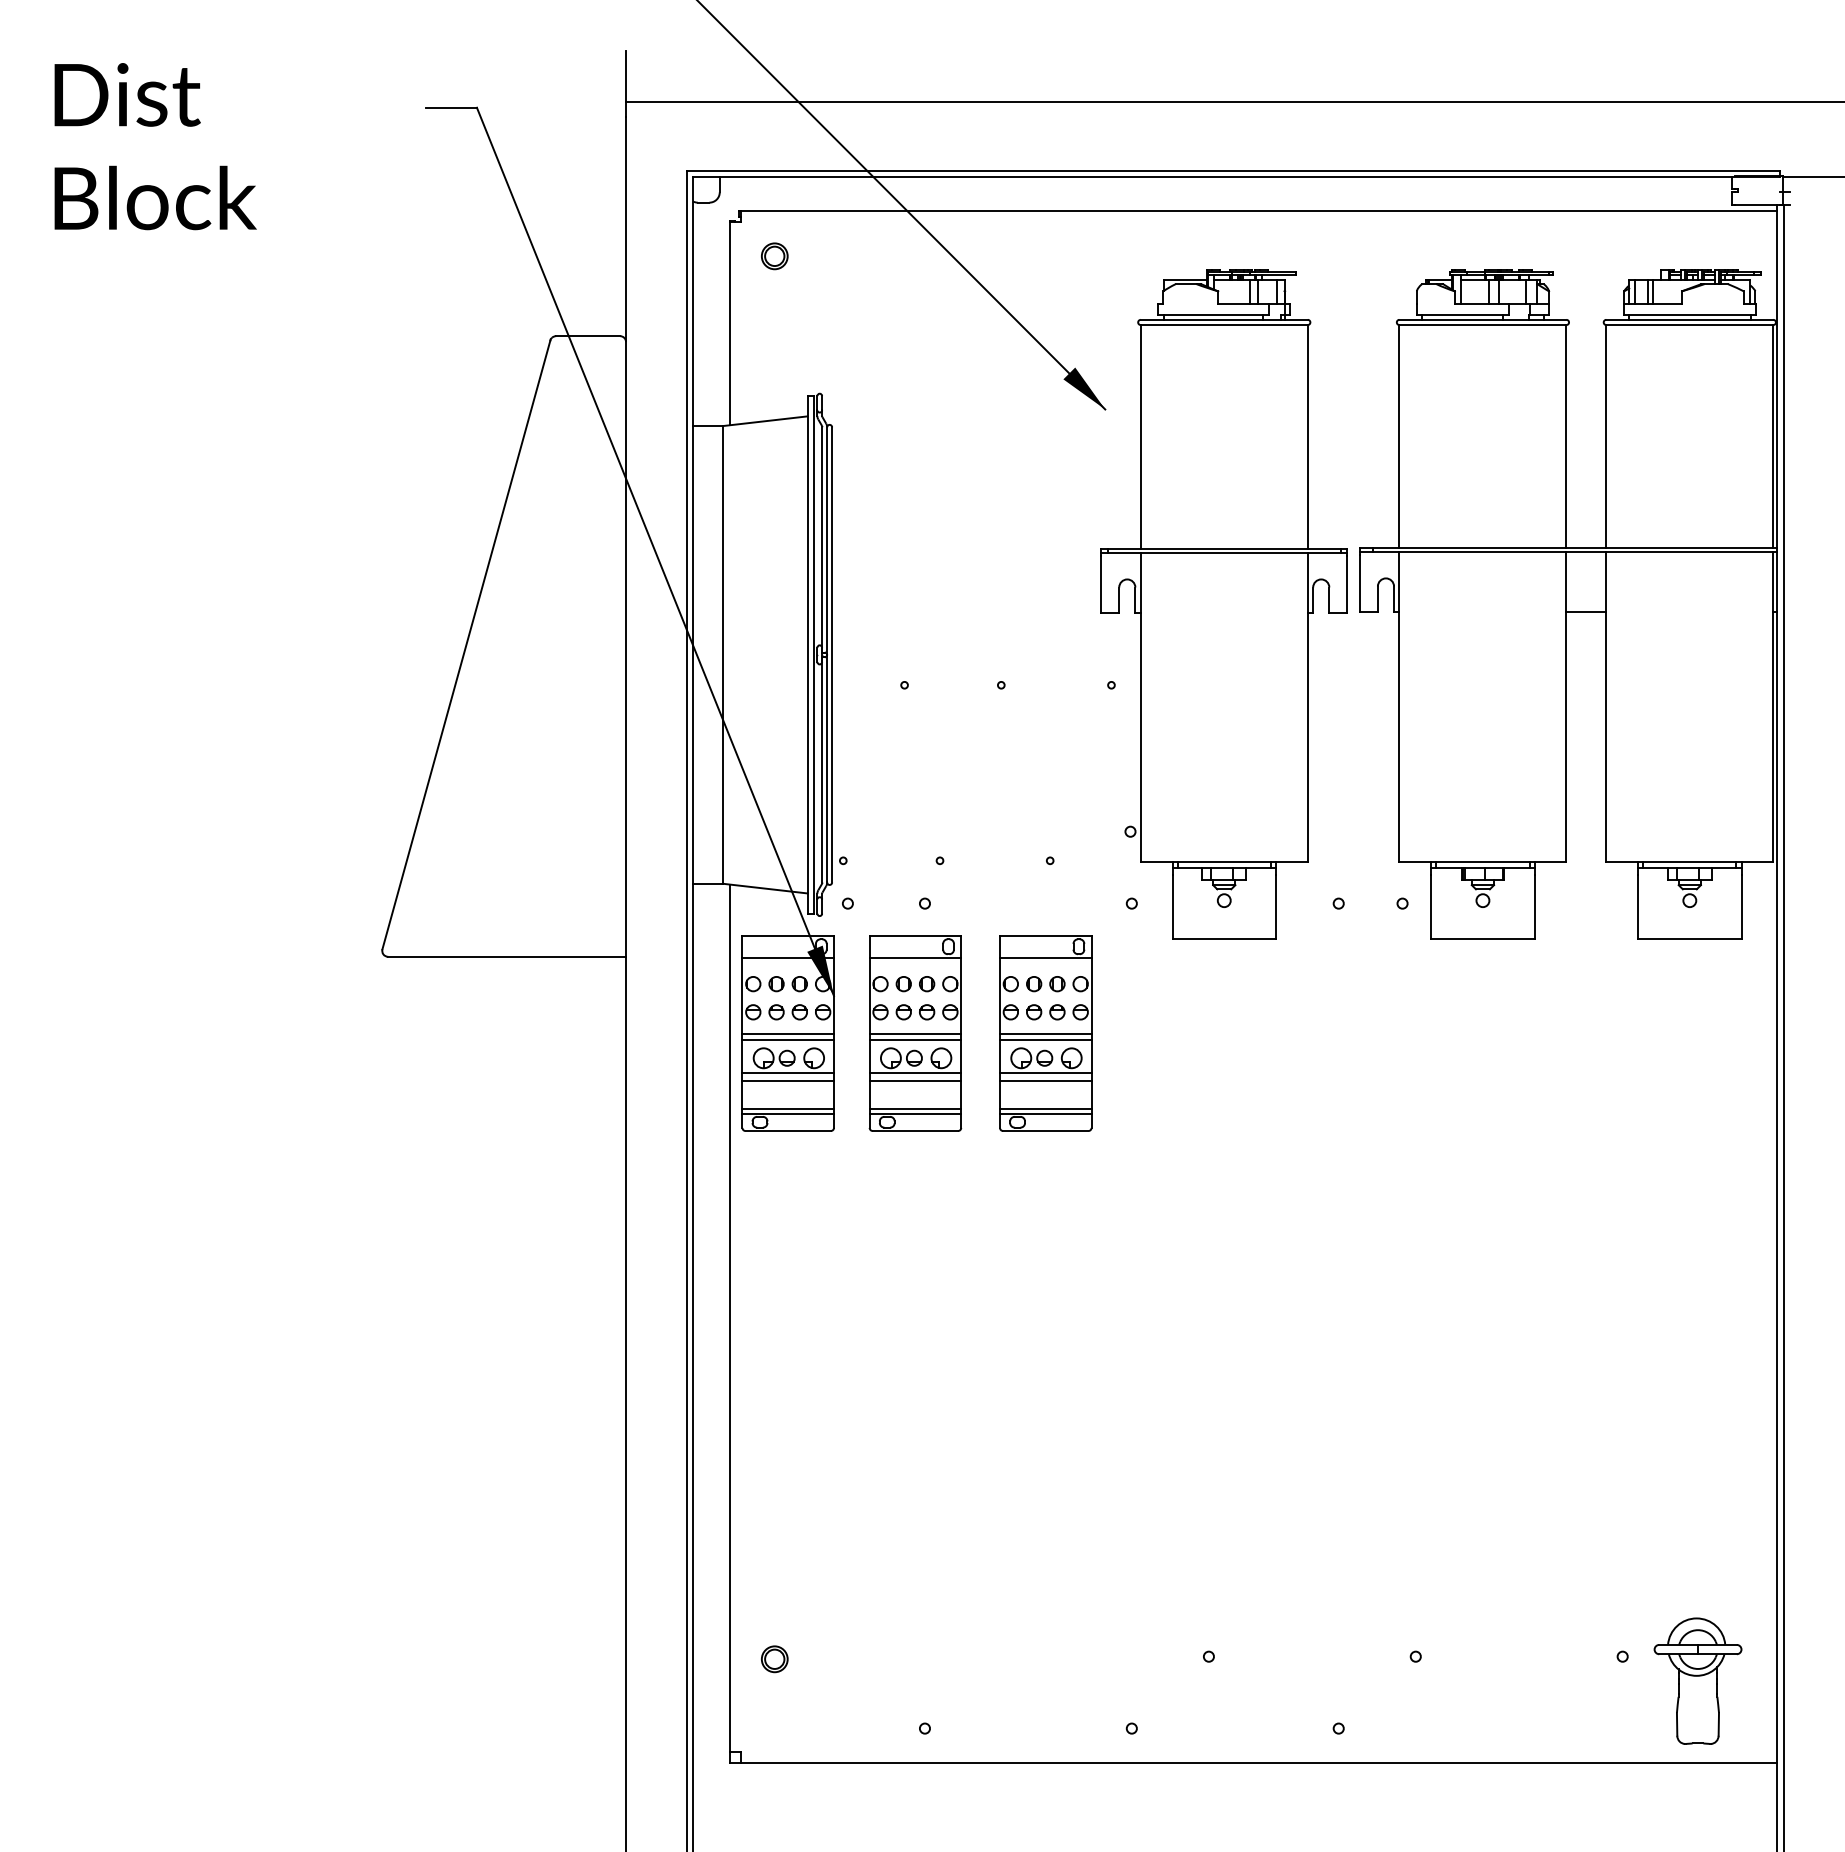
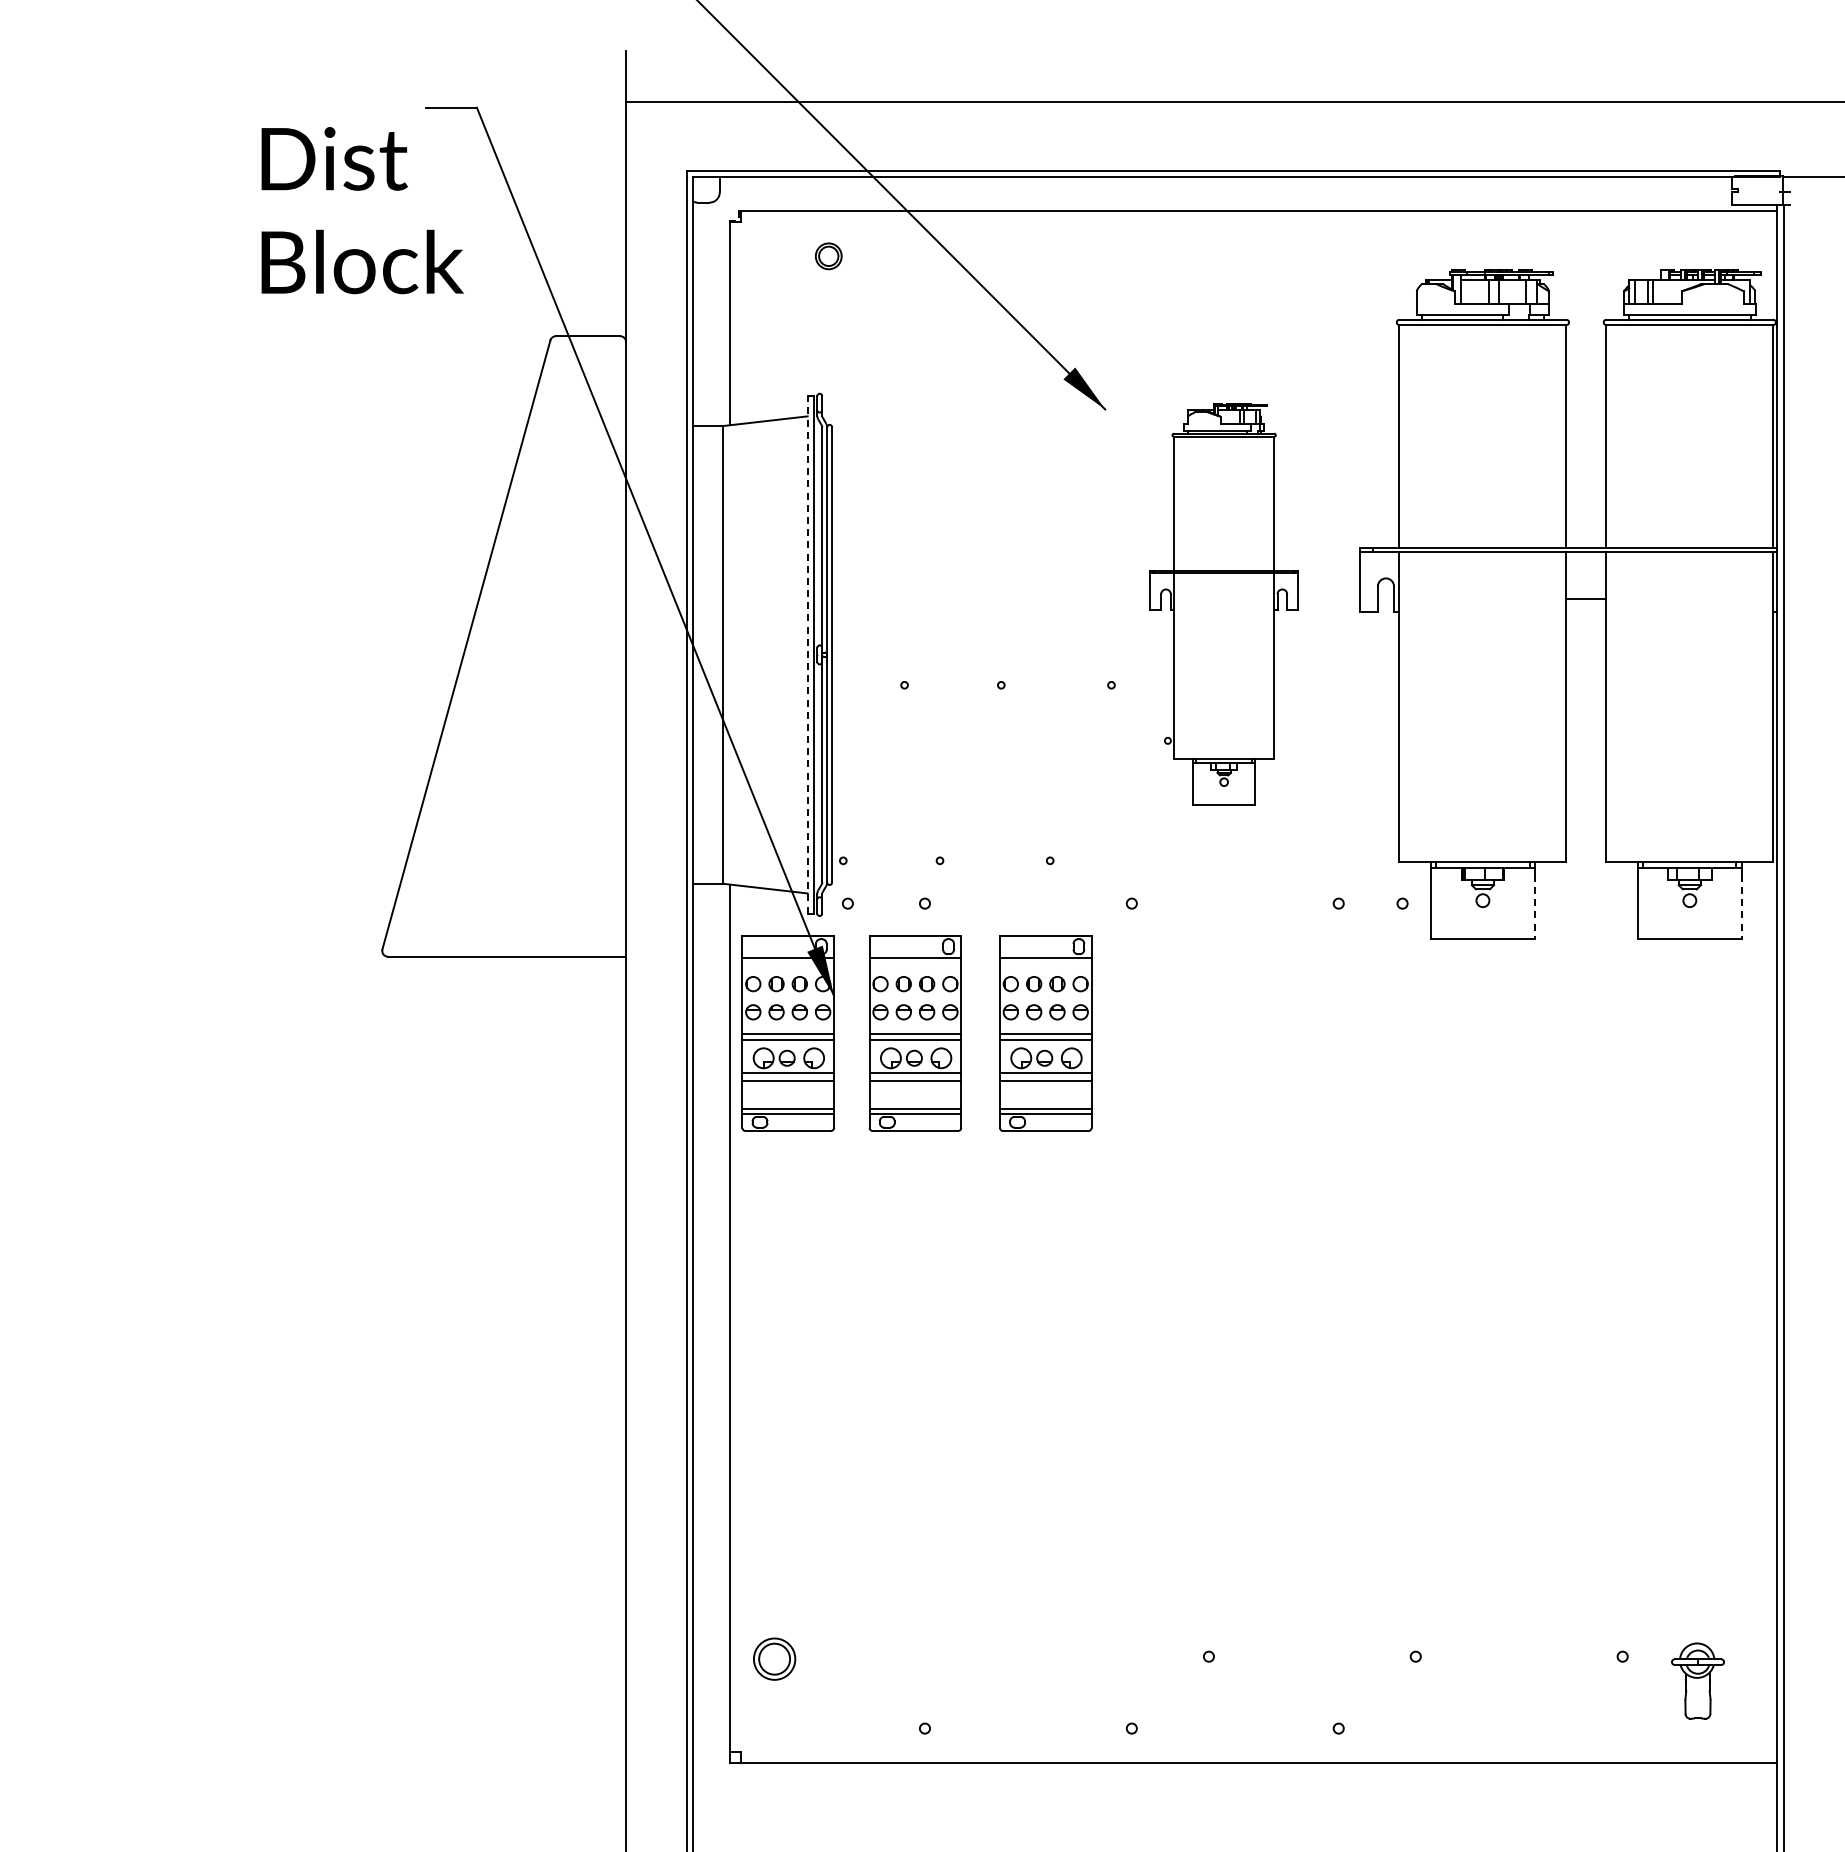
text at (155, 146) position: (155, 146) -> (362, 210)
part at (774, 256) position: (774, 256) -> (828, 256)
part at (1223, 604) size: 248x671 px -> 150x403 px
line at (1586, 612) position: (1586, 612) -> (1586, 599)
line at (807, 654): solid -> dashed
line at (1534, 907): solid -> dashed
line at (1741, 907): solid -> dashed
part at (774, 1659) size: 28x29 px -> 44x44 px
part at (1697, 1680) size: 90x128 px -> 54x78 px
